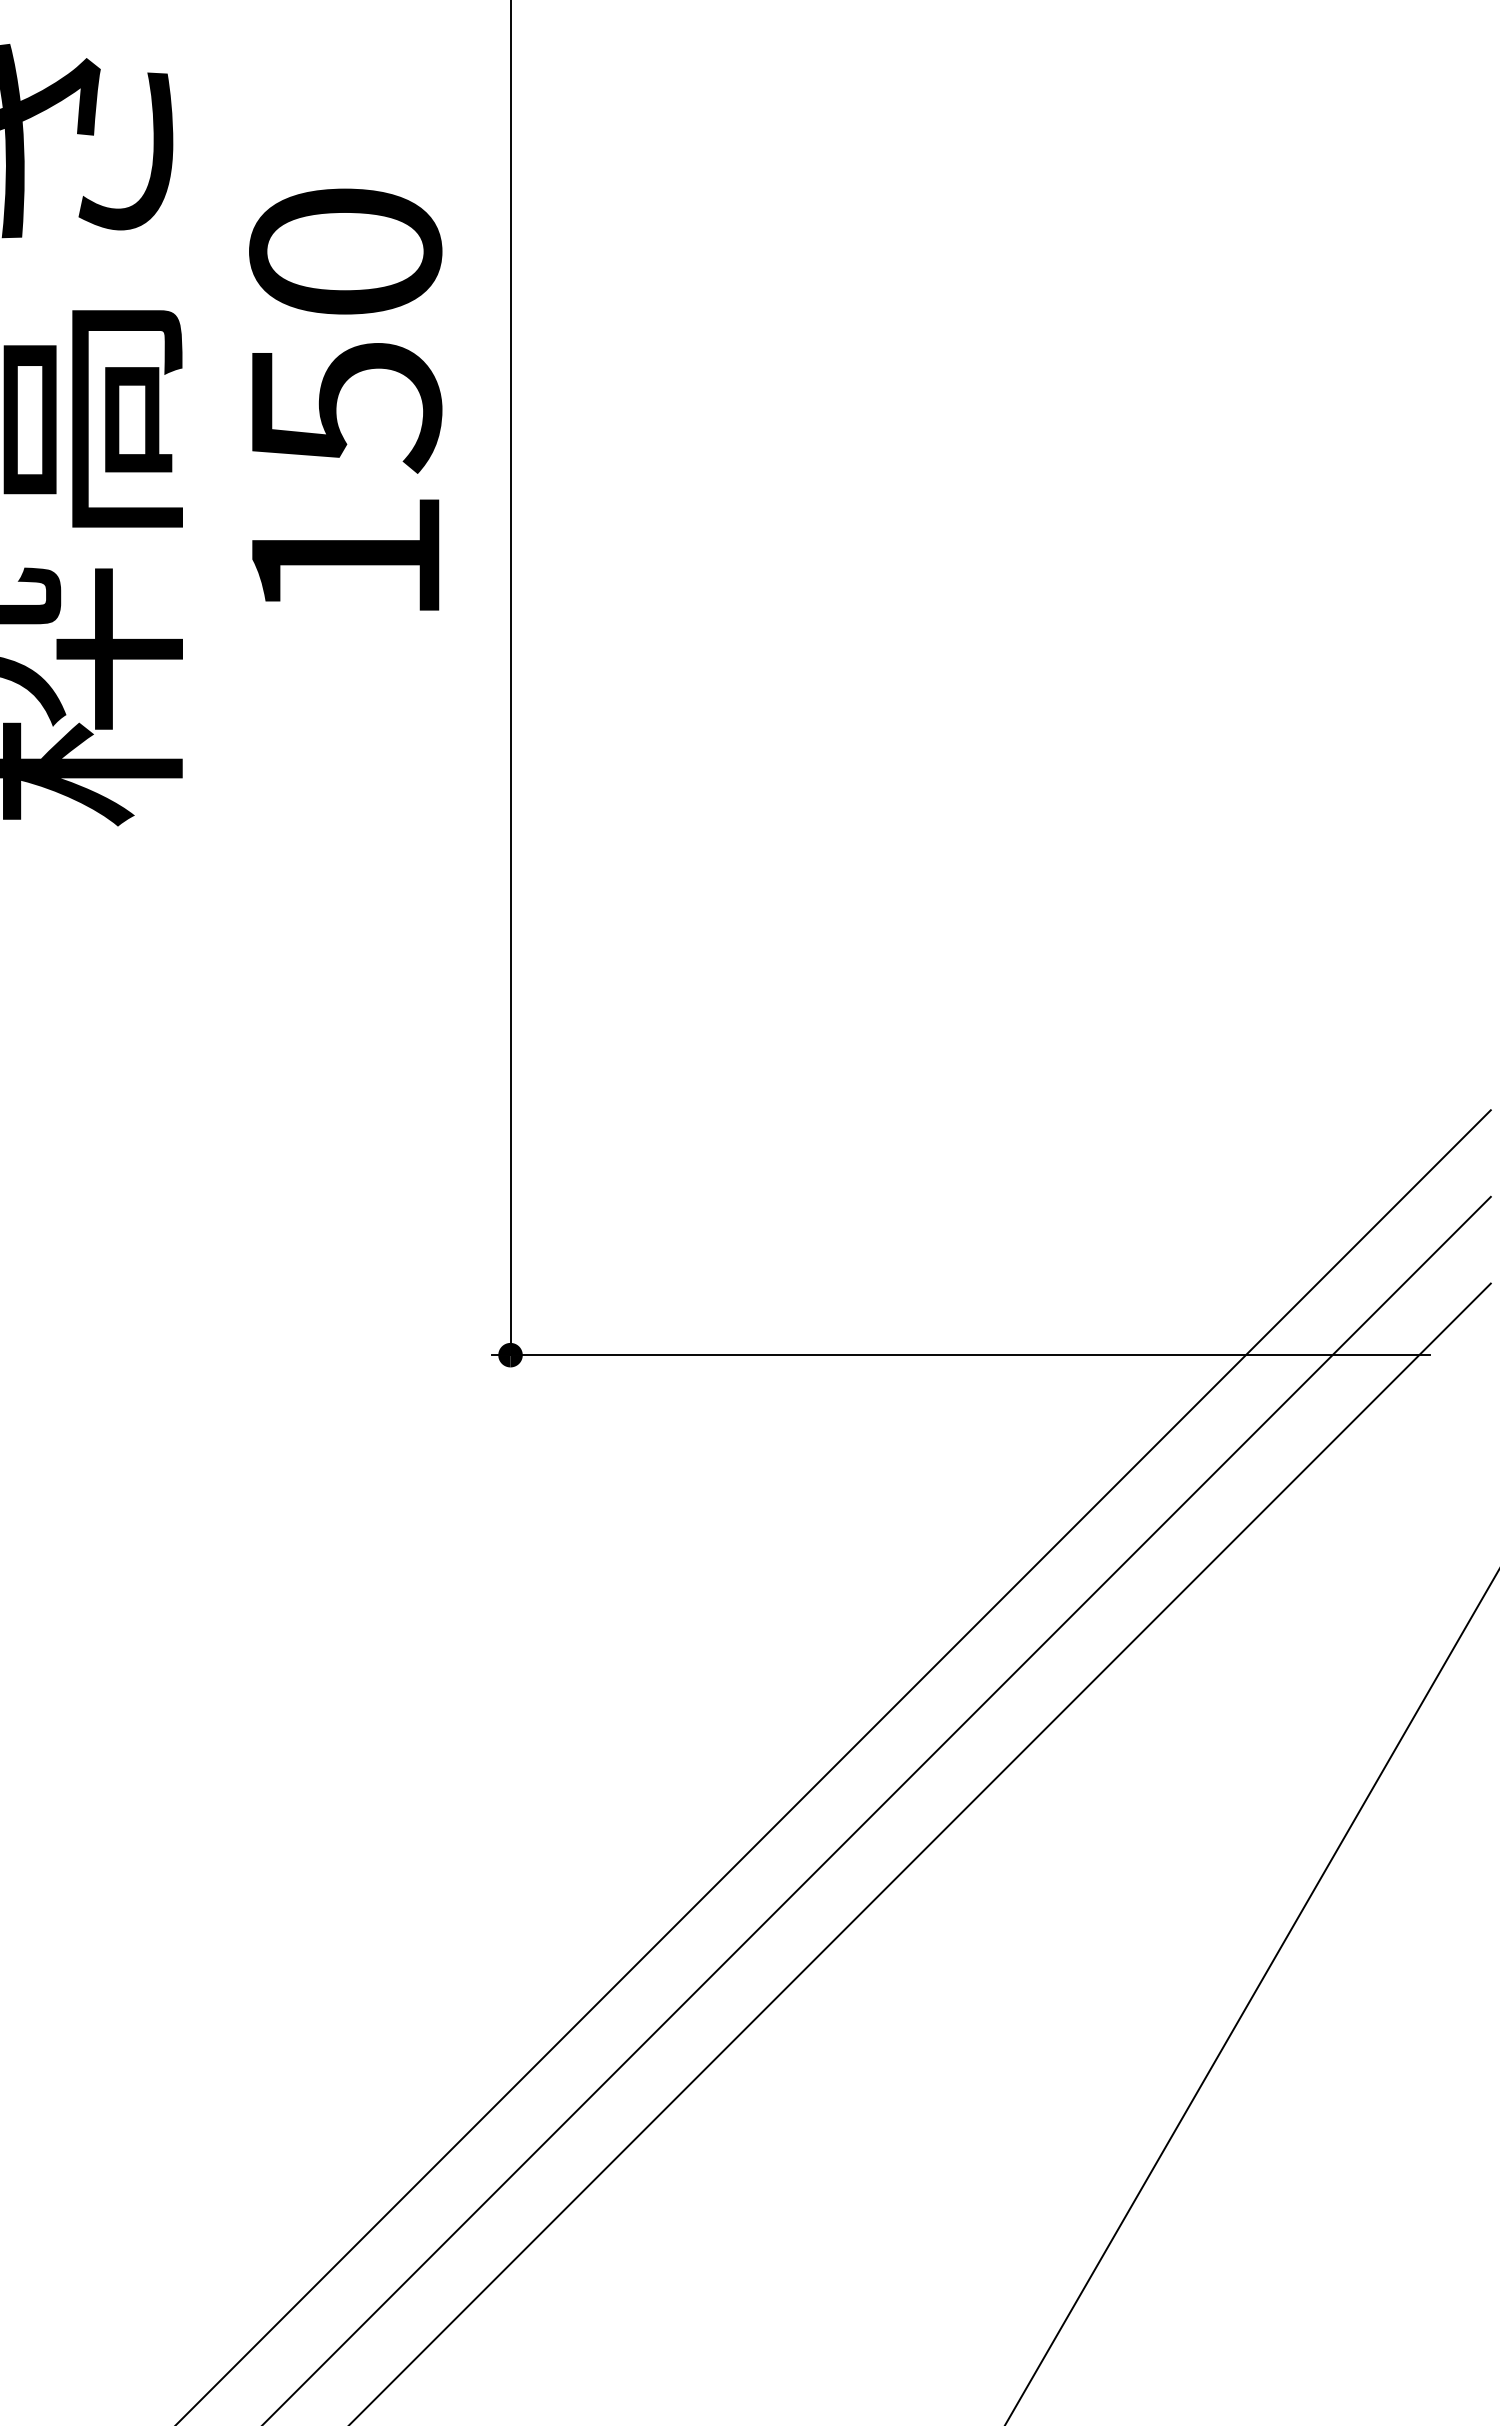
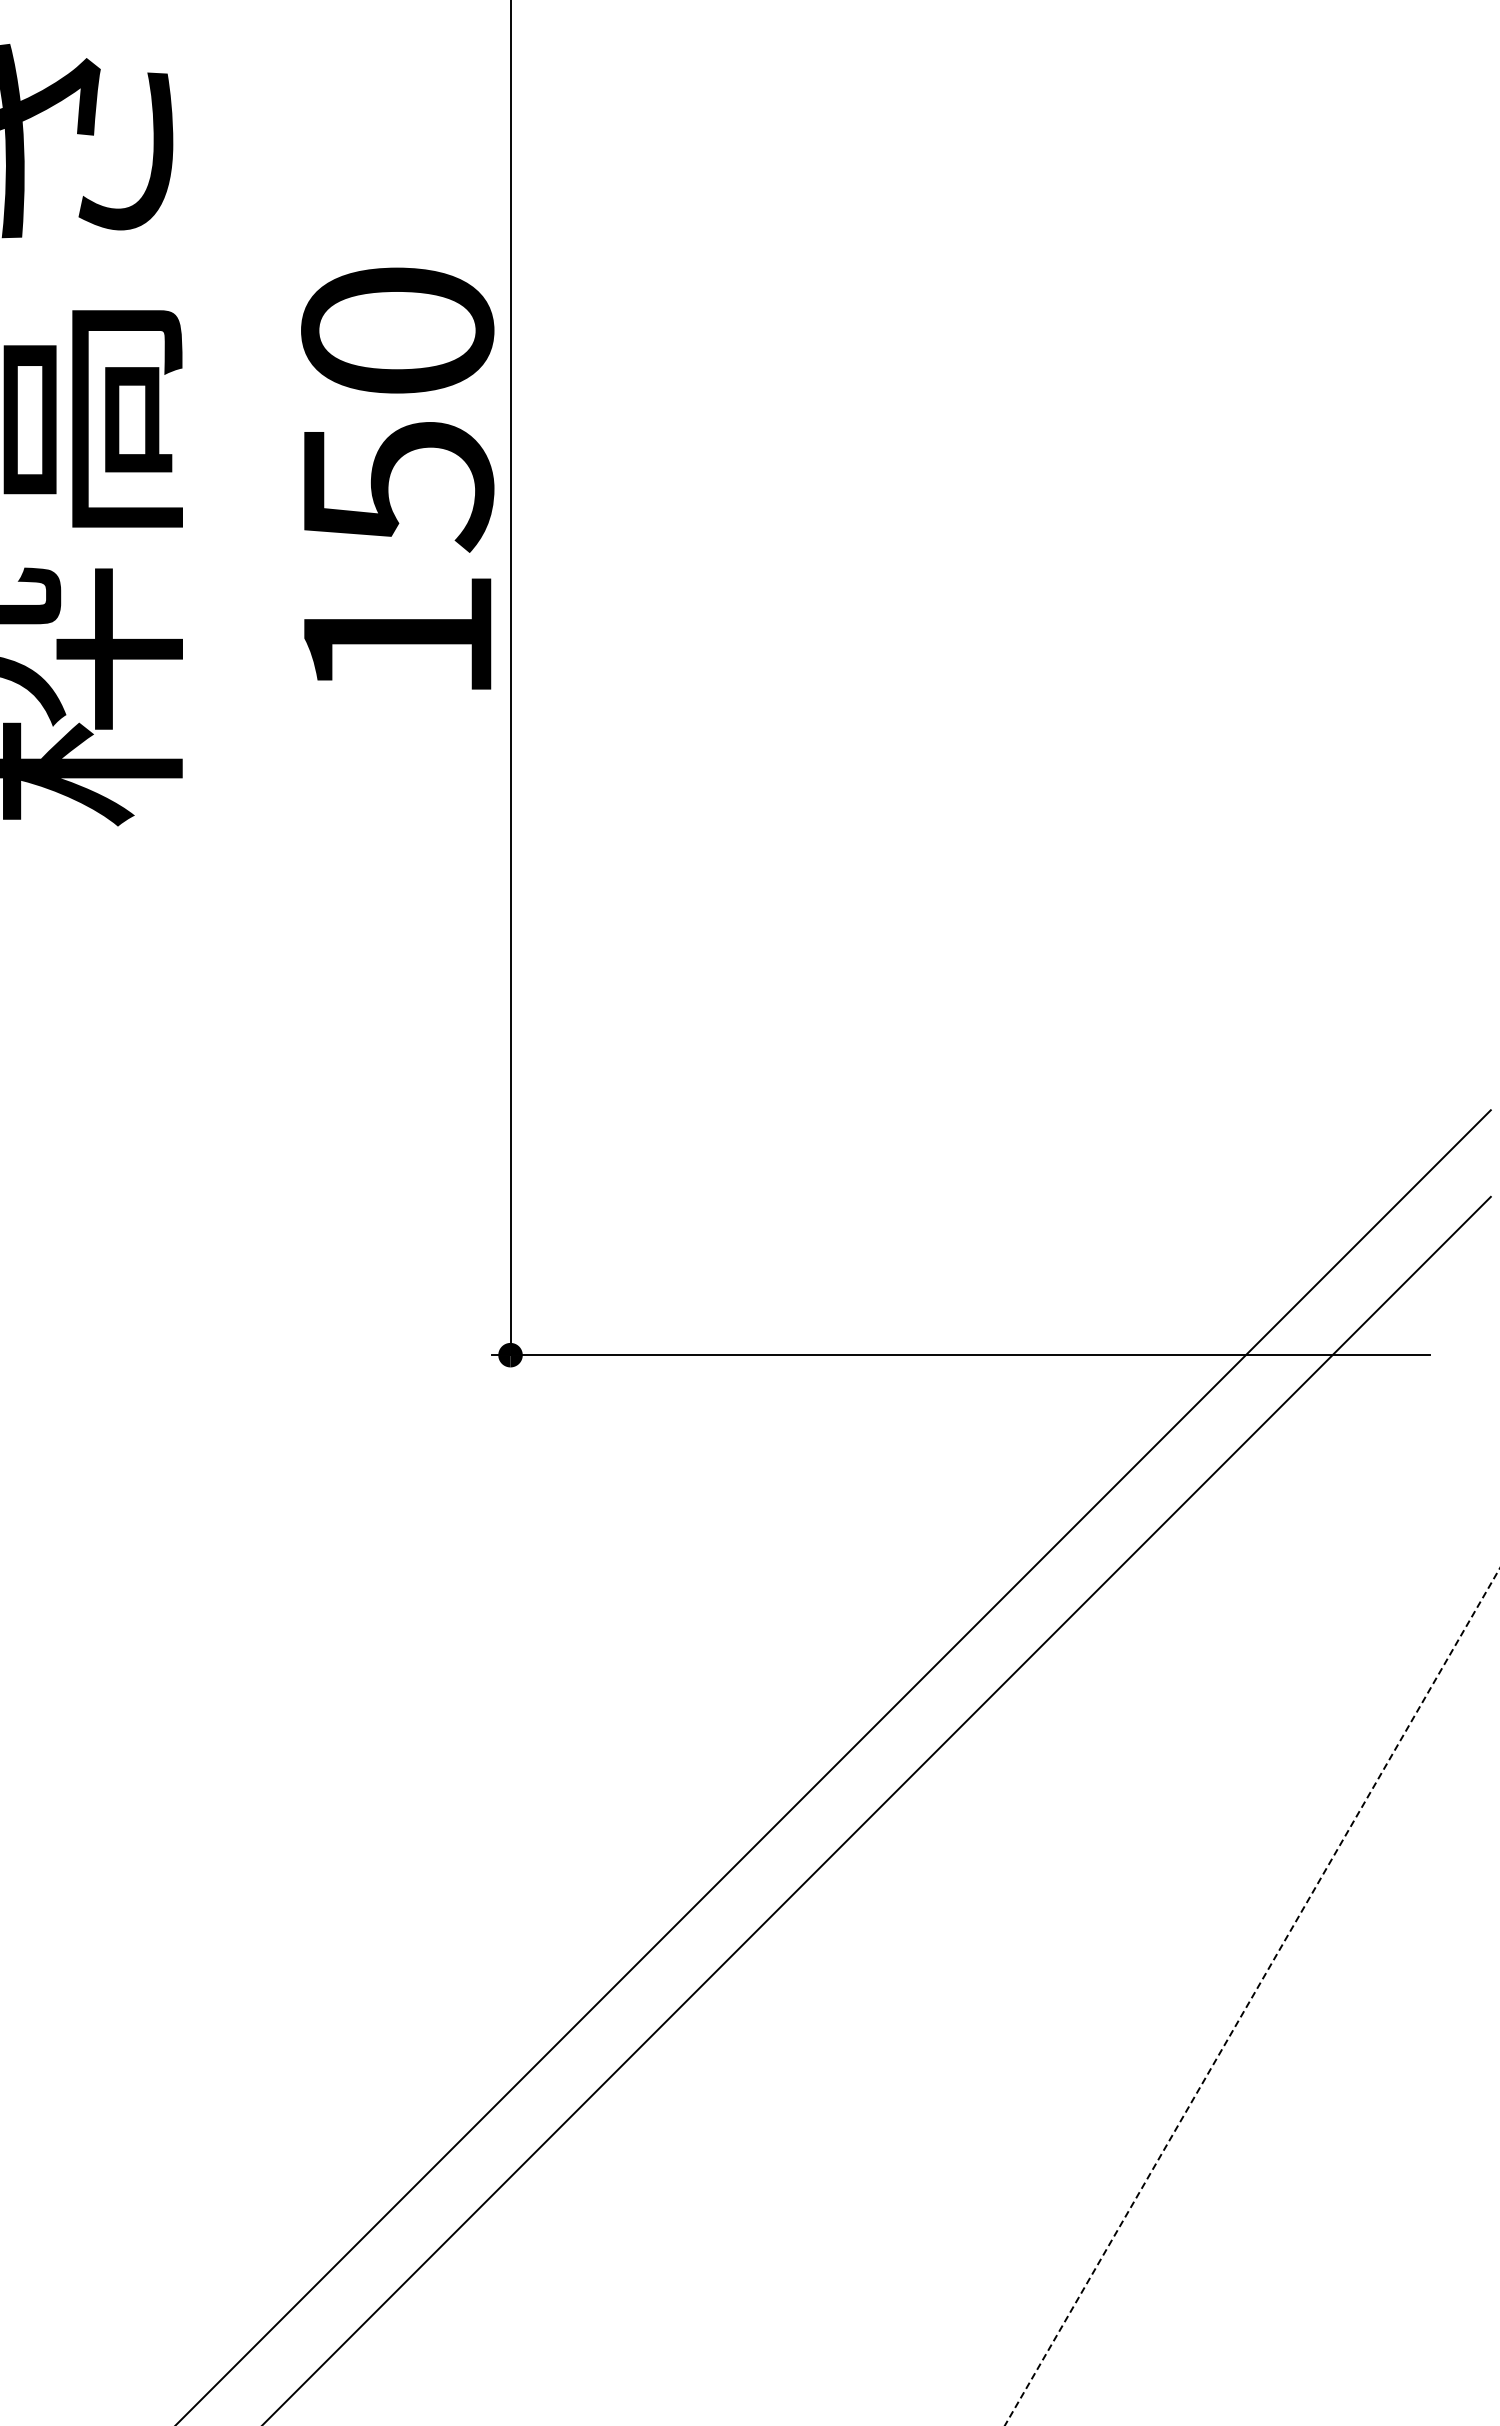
text at (345, 399) position: (345, 399) -> (397, 478)
line at (921, 1852): present -> none
line at (1252, 1997): solid -> dashed
